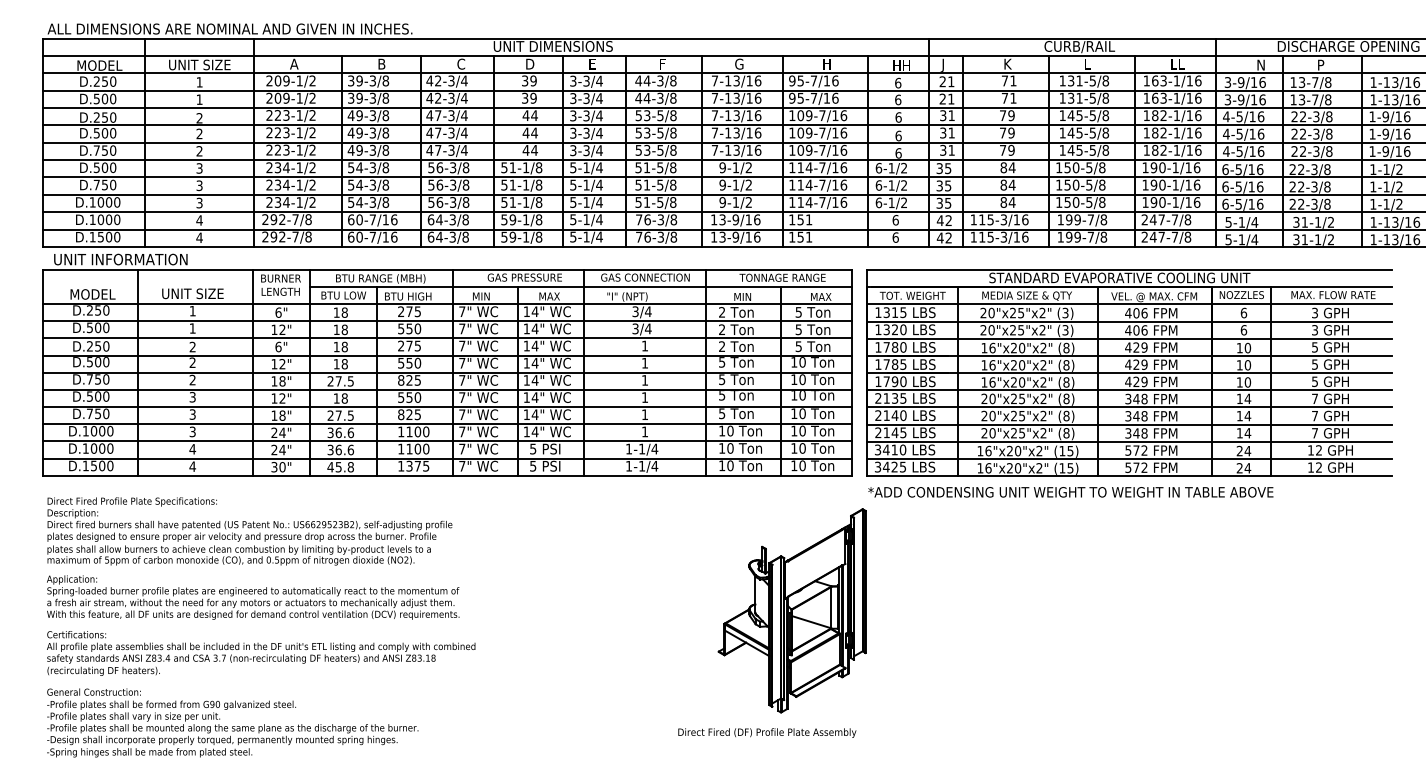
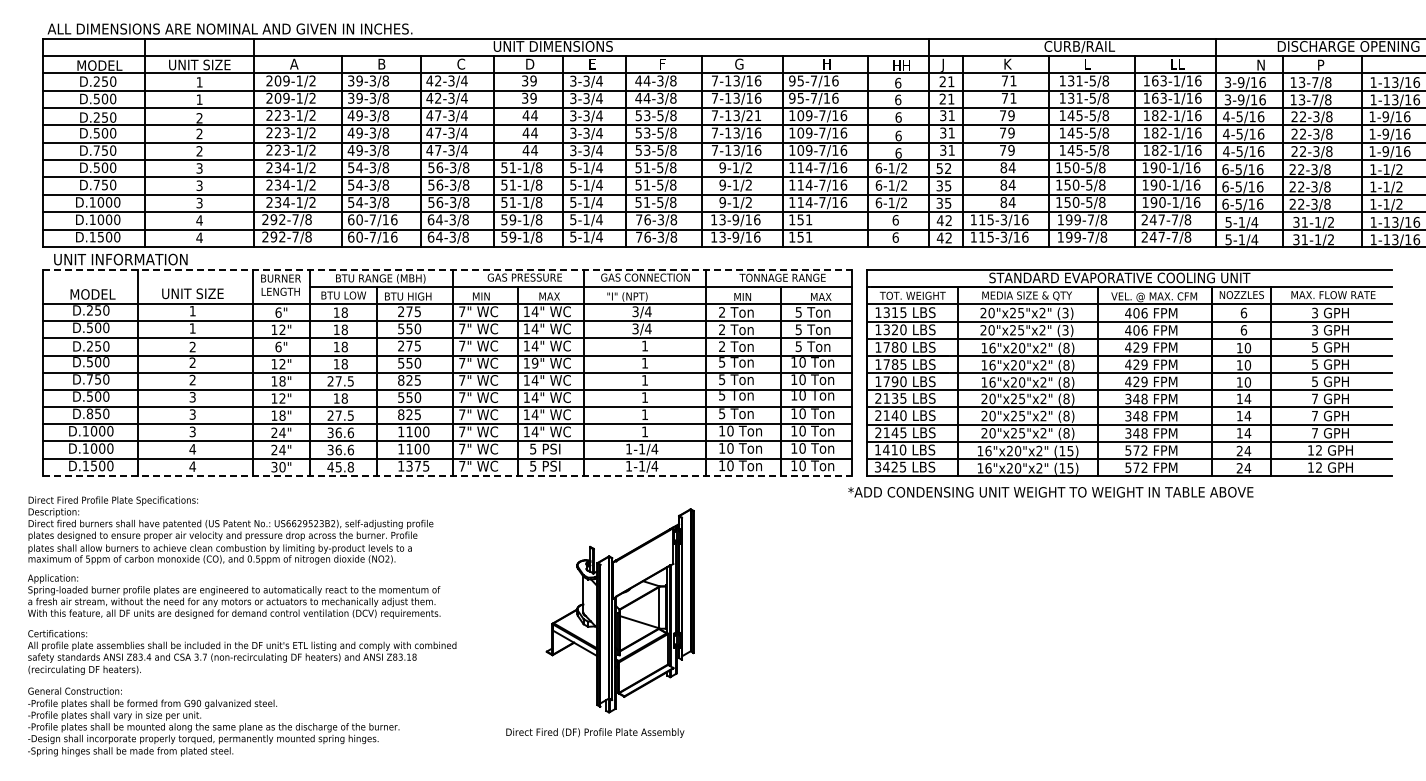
text at (753, 115): 7-13/16 -> 7-13/21
text at (944, 168): 35 -> 52
line at (447, 269): solid -> dashed
text at (534, 362): 14" -> 19"
text at (89, 413): D.750 -> D.850
text at (878, 449): 3410 -> 1410
line at (447, 475): solid -> dashed
text at (1070, 492) position: (1070, 492) -> (1050, 492)
part at (772, 622) position: (772, 622) -> (600, 622)
text at (261, 627) position: (261, 627) -> (242, 626)
